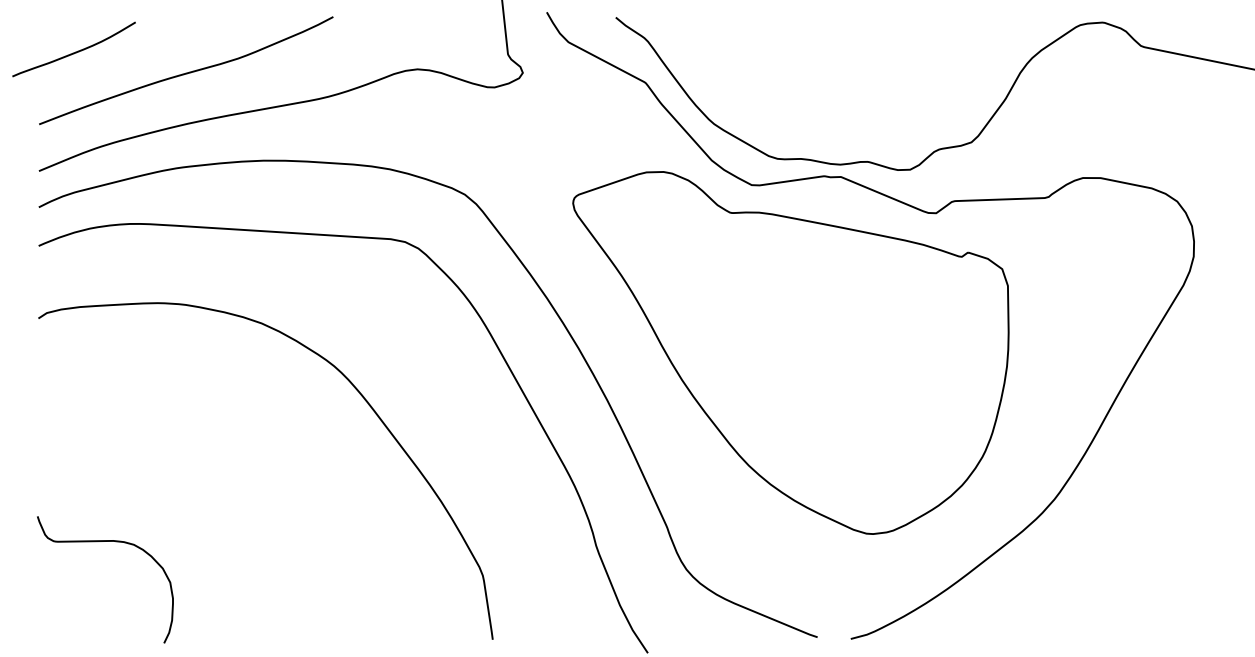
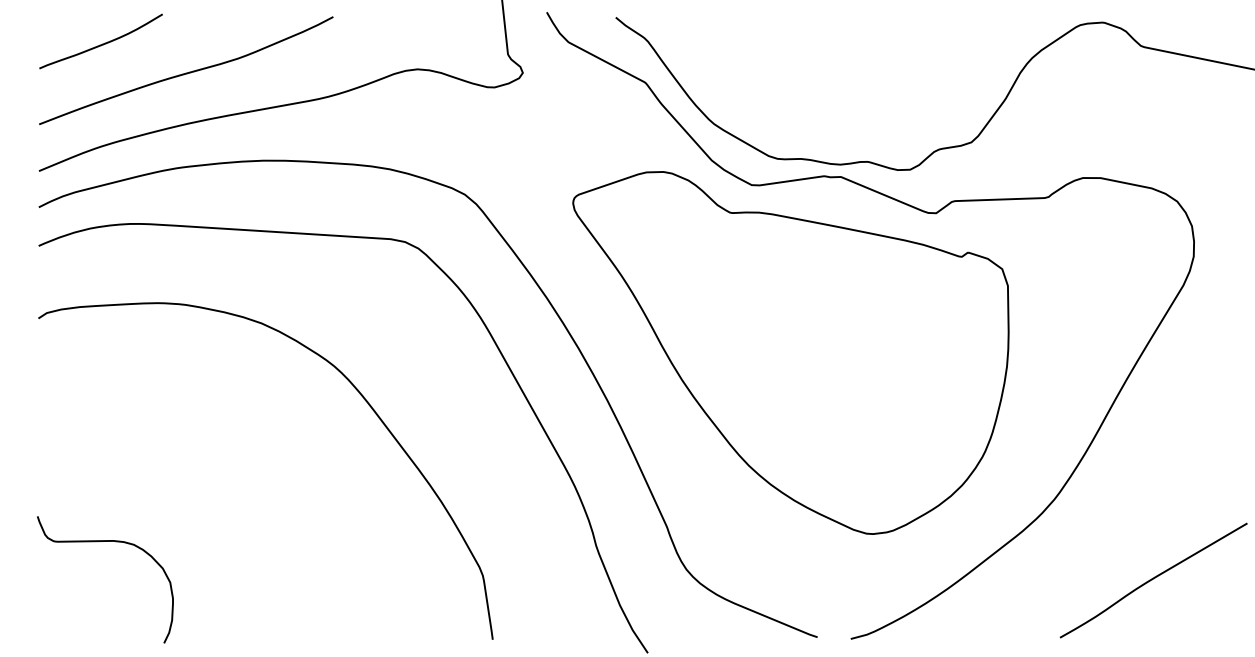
curve at (75, 51) position: (75, 51) -> (102, 43)
curve at (1153, 579): none -> present
